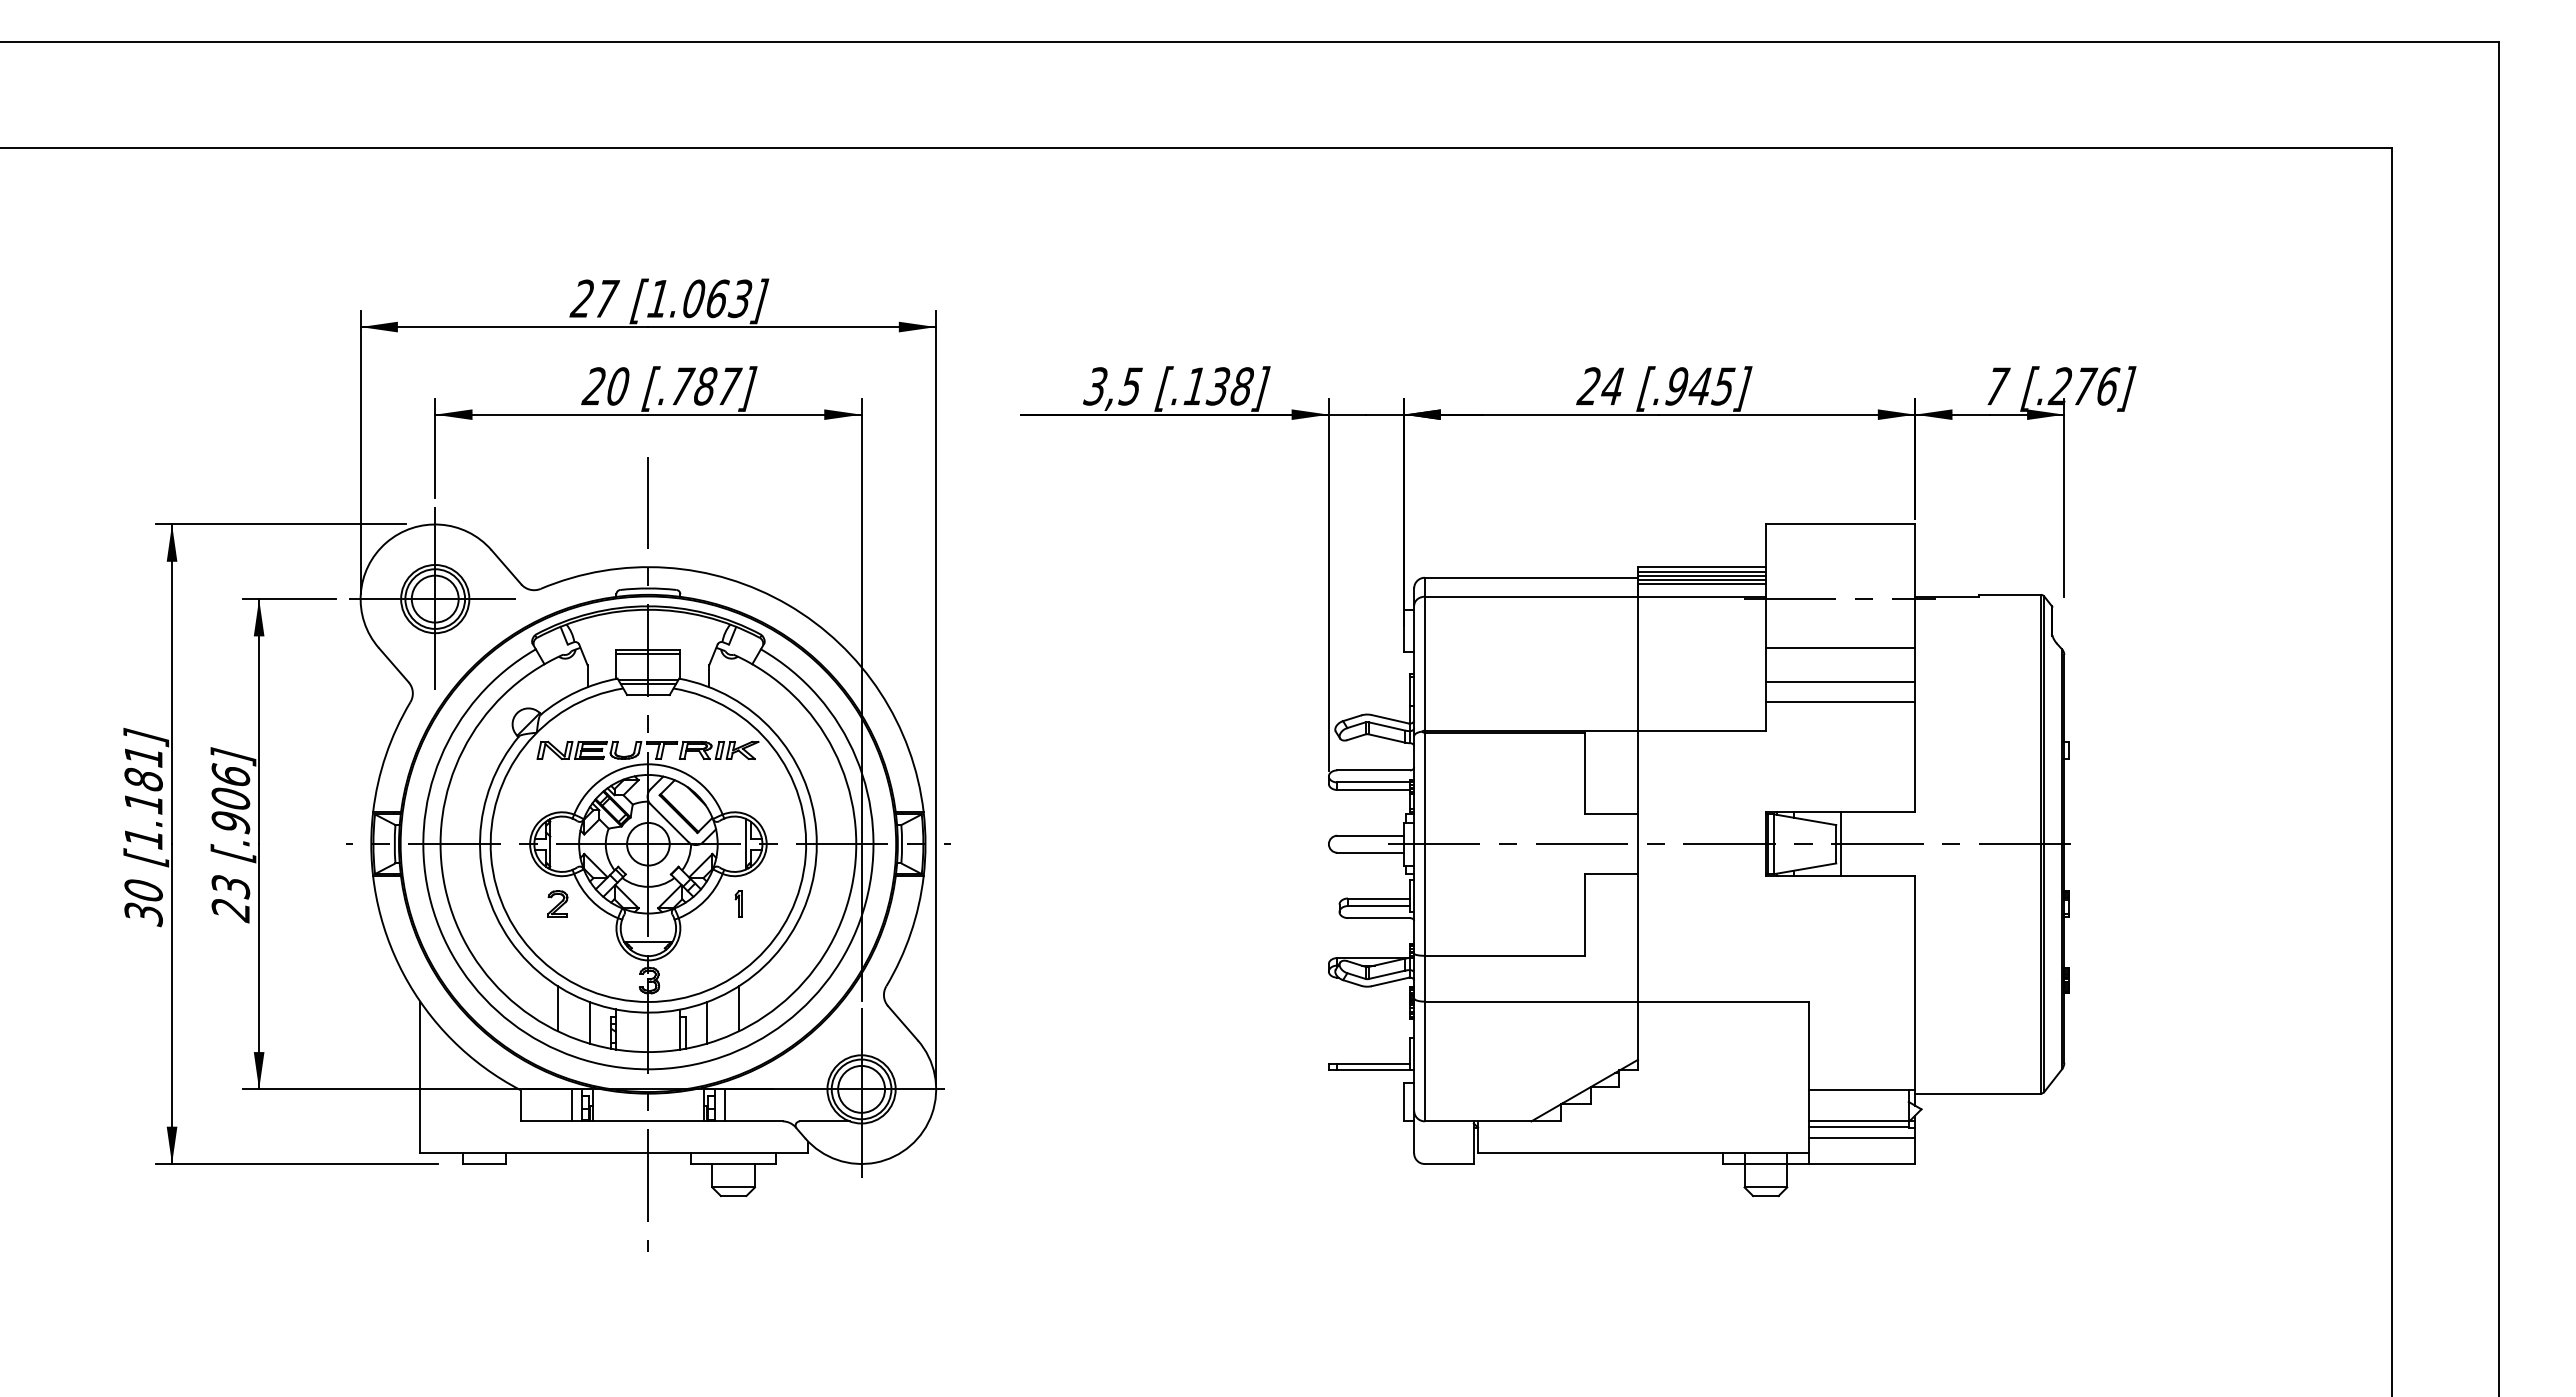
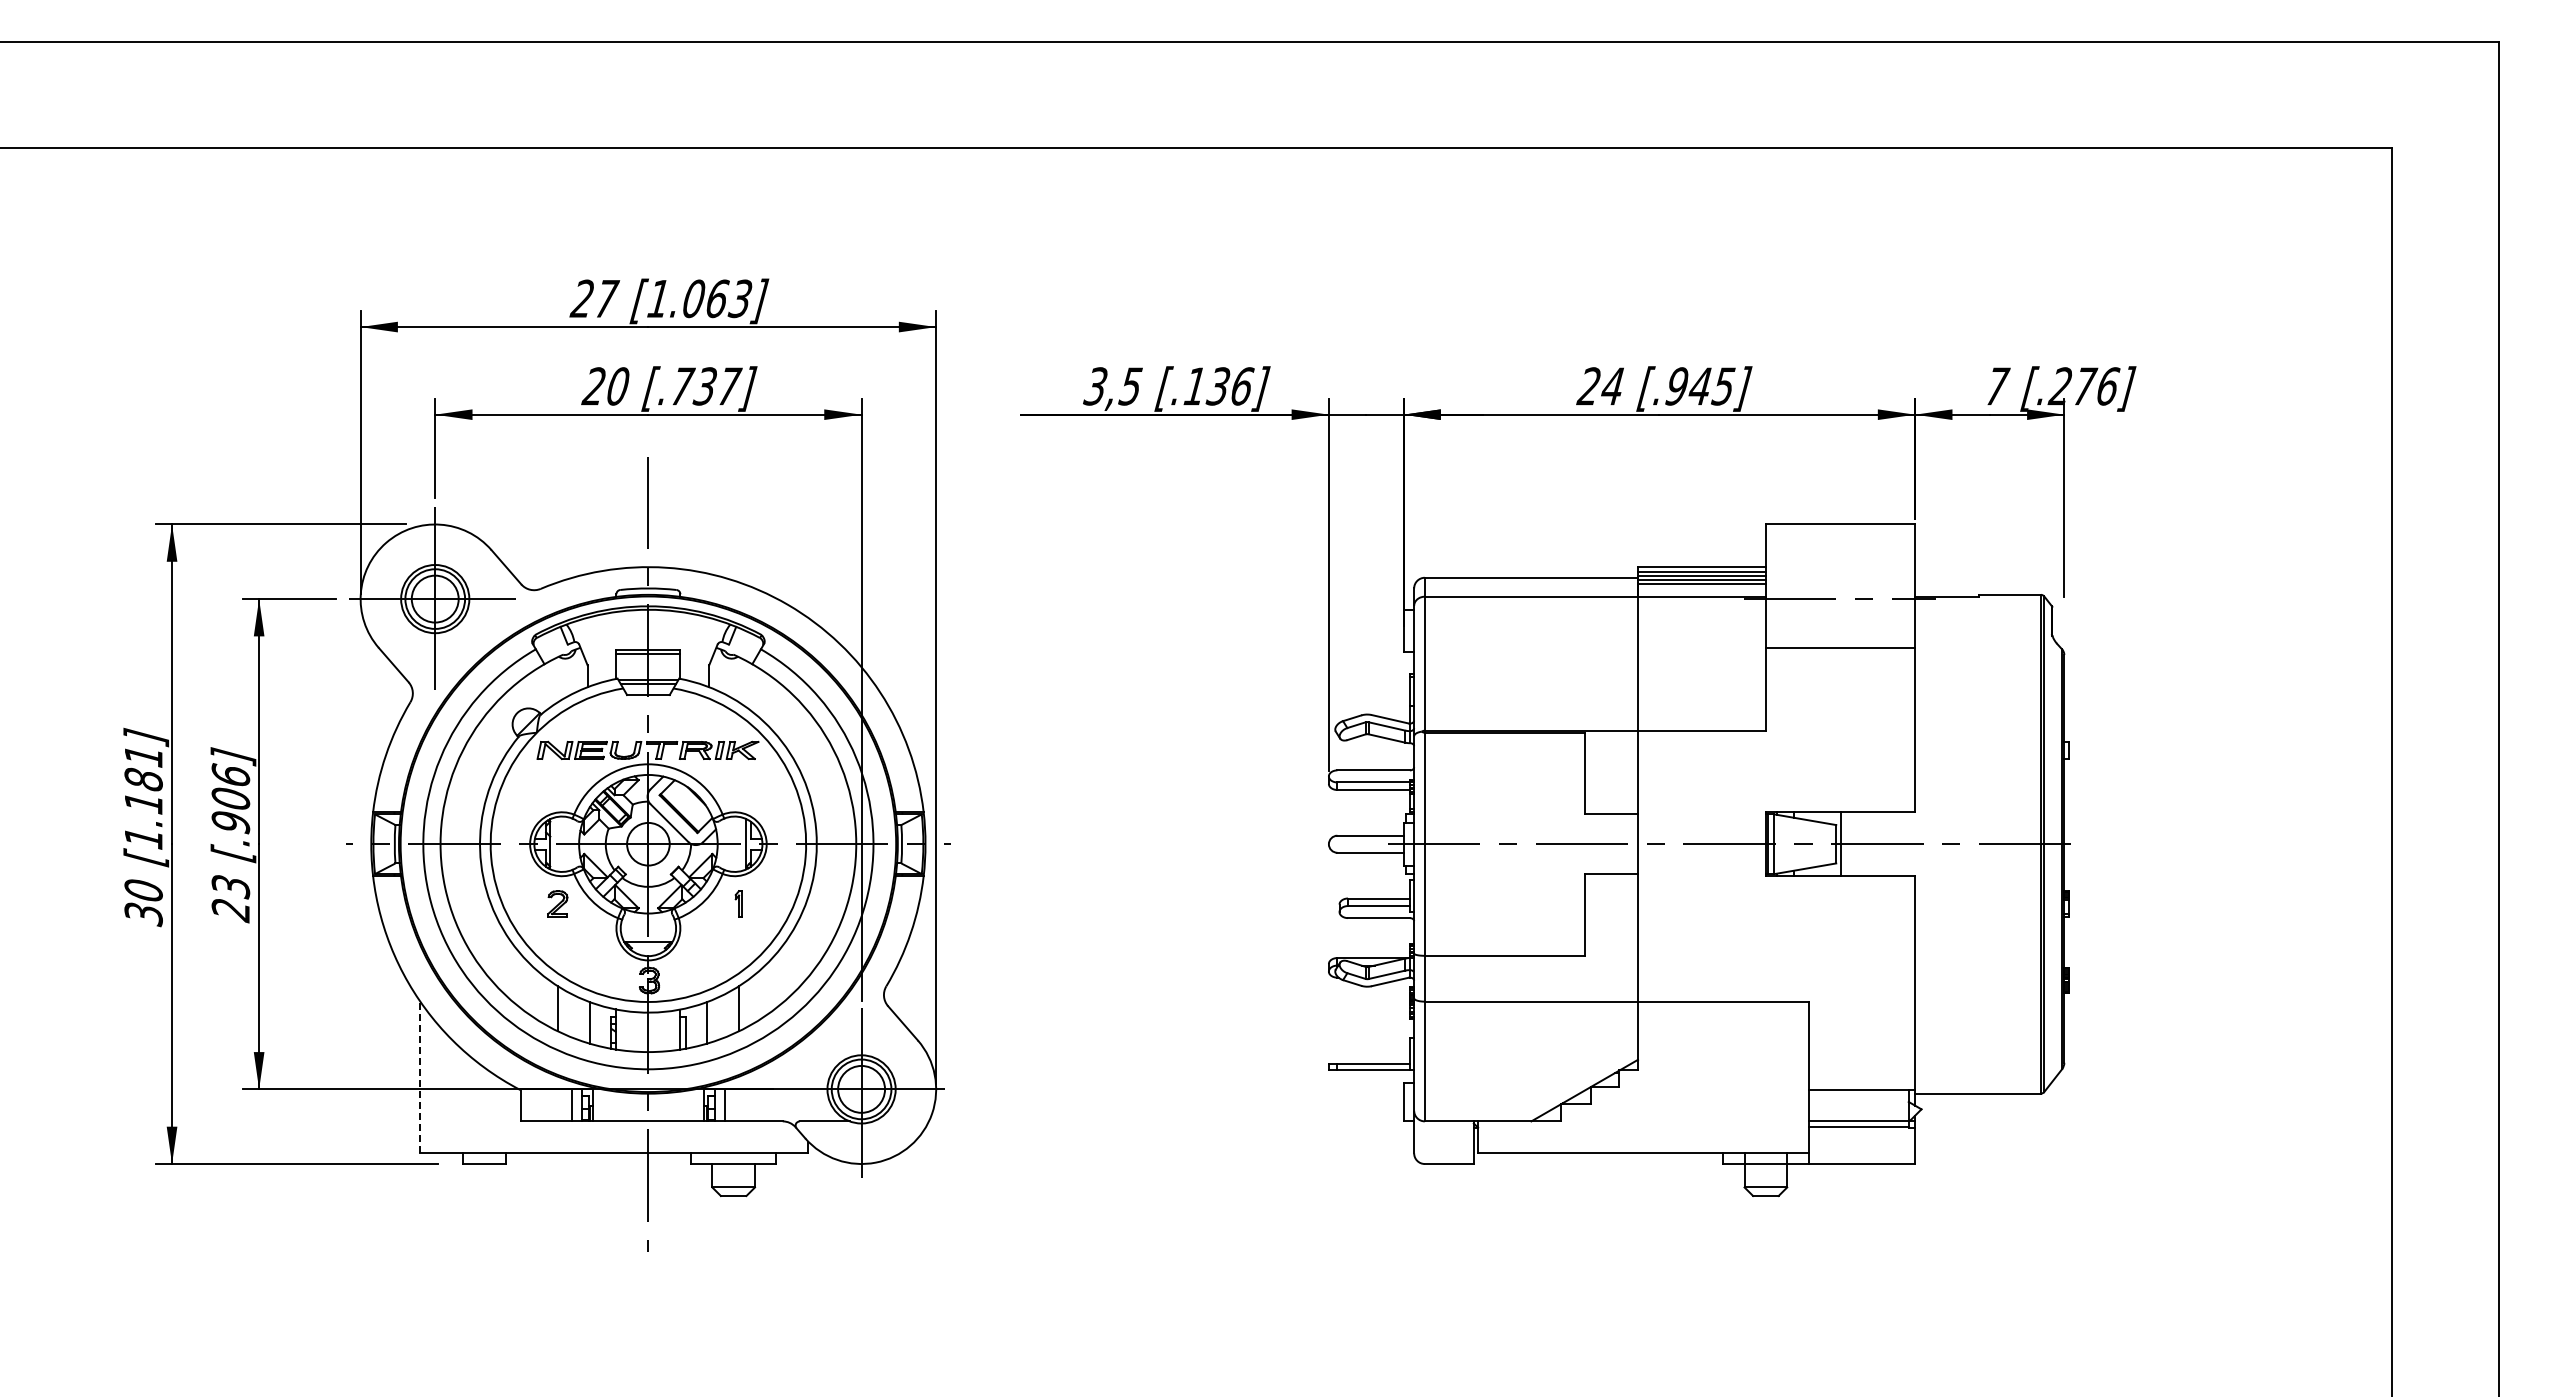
text at (704, 386): [.787] -> [.737]
text at (1242, 386): [.138] -> [.136]
line at (1840, 682): present -> none
line at (1840, 702): present -> none
line at (420, 1077): solid -> dashed
line at (1861, 1138): present -> none
